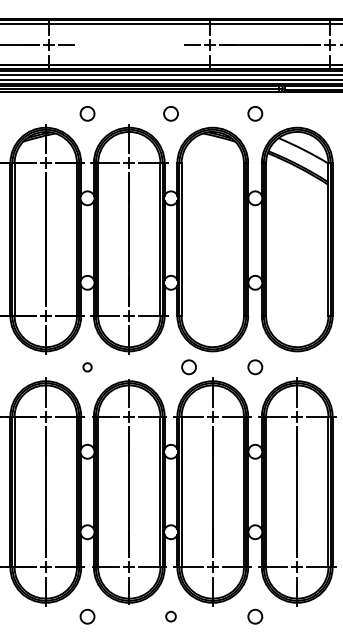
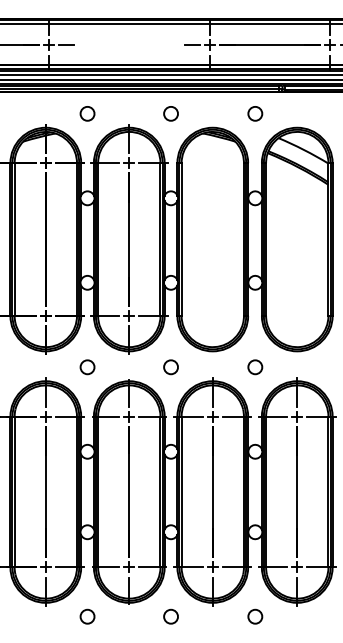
circle at (87, 367) size: 11x11 px -> 17x17 px
circle at (188, 367) position: (188, 367) -> (170, 367)
circle at (170, 616) size: 12x13 px -> 16x17 px
